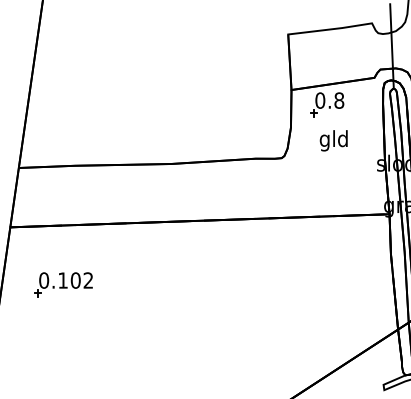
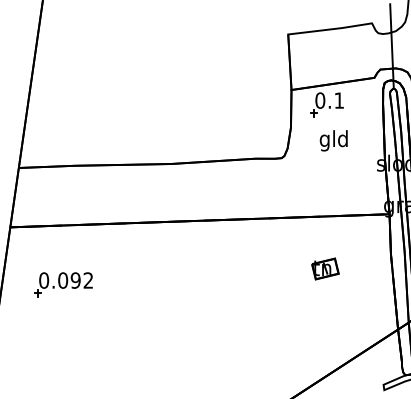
text at (339, 100): 0.8 -> 0.1
part at (325, 268): none -> present
text at (69, 280): 0.102 -> 0.092
